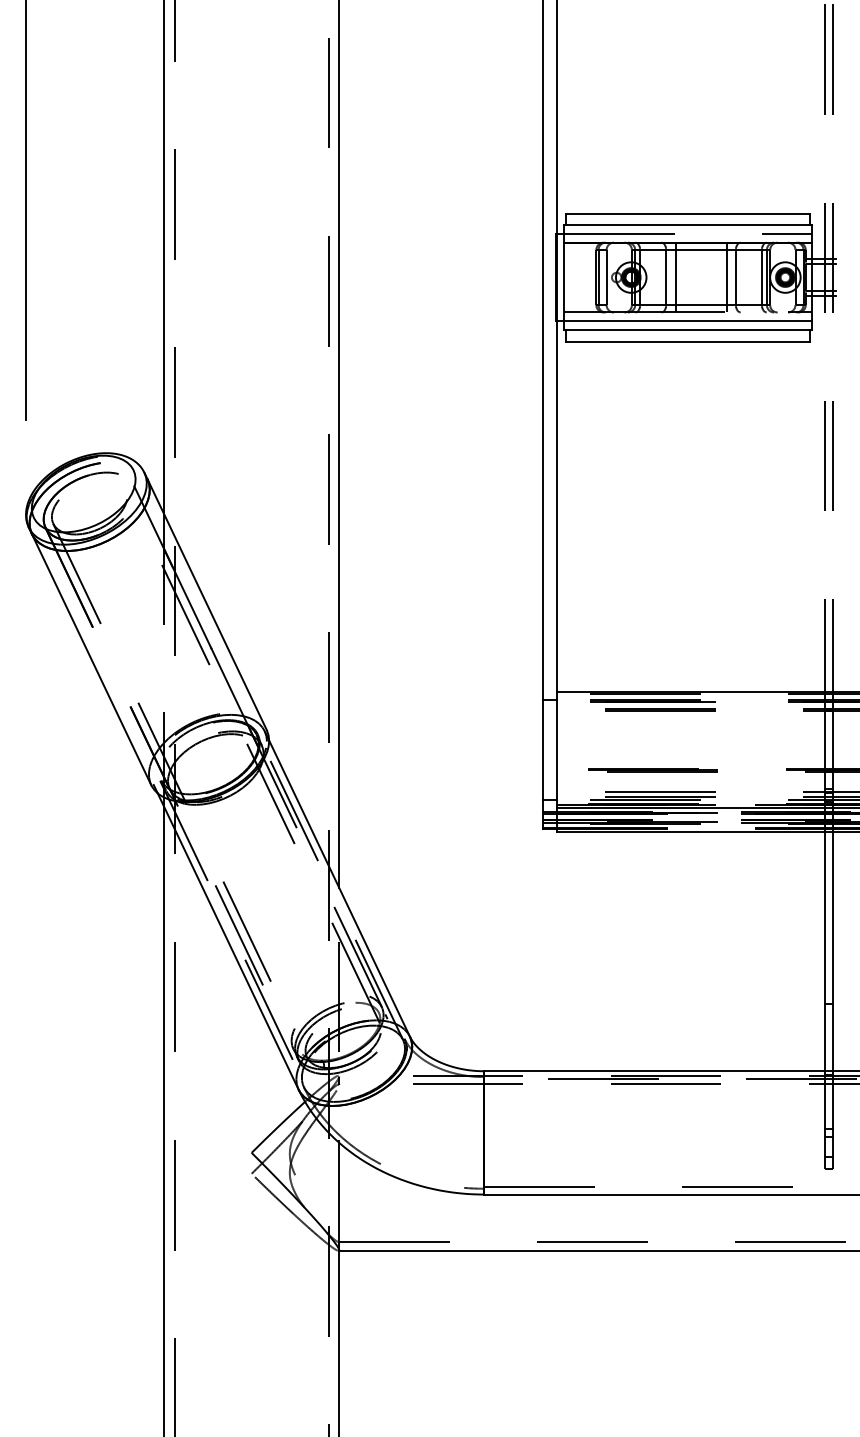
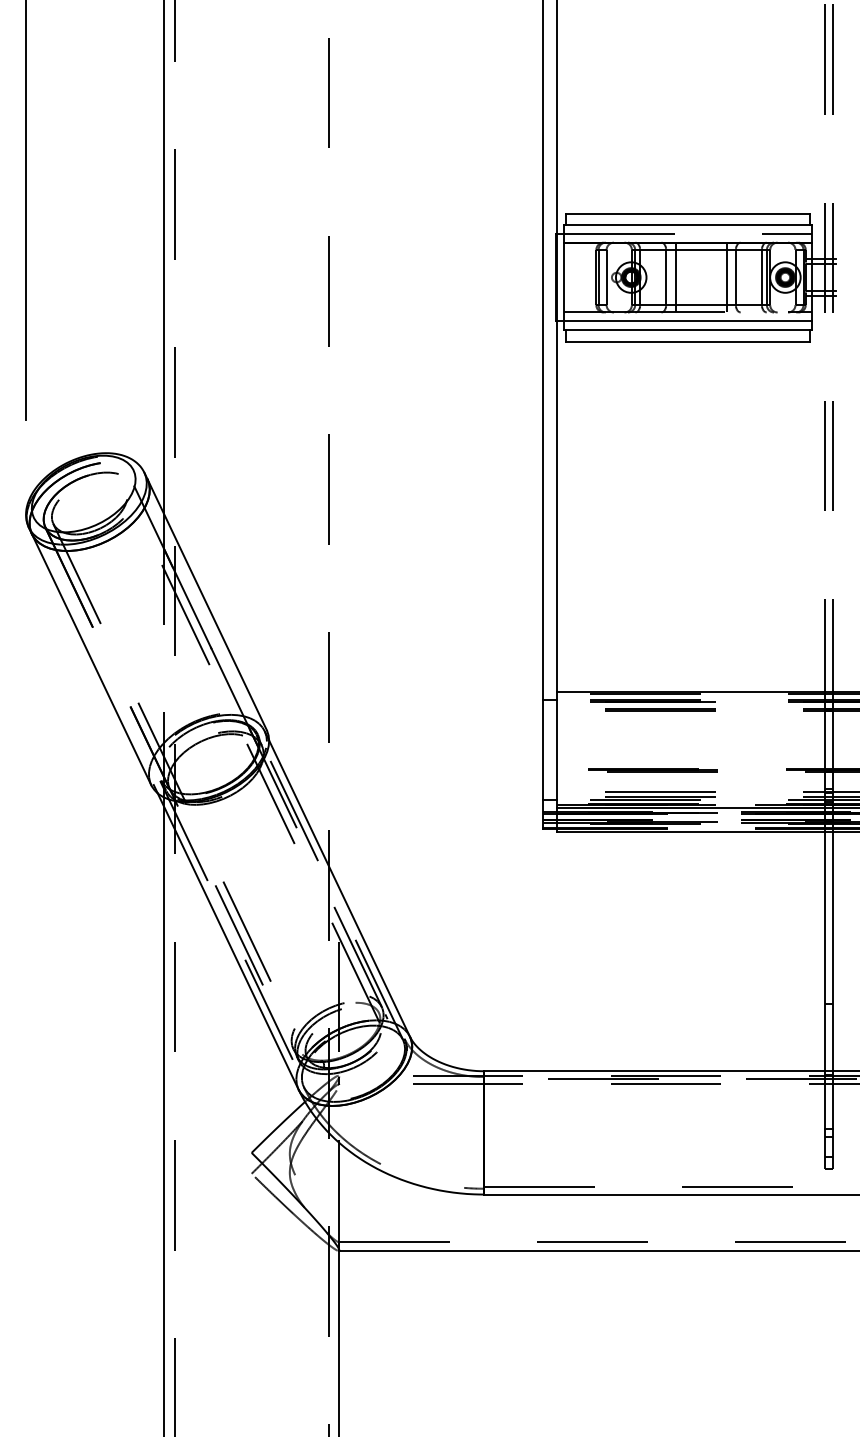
line at (339, 445): present -> none
